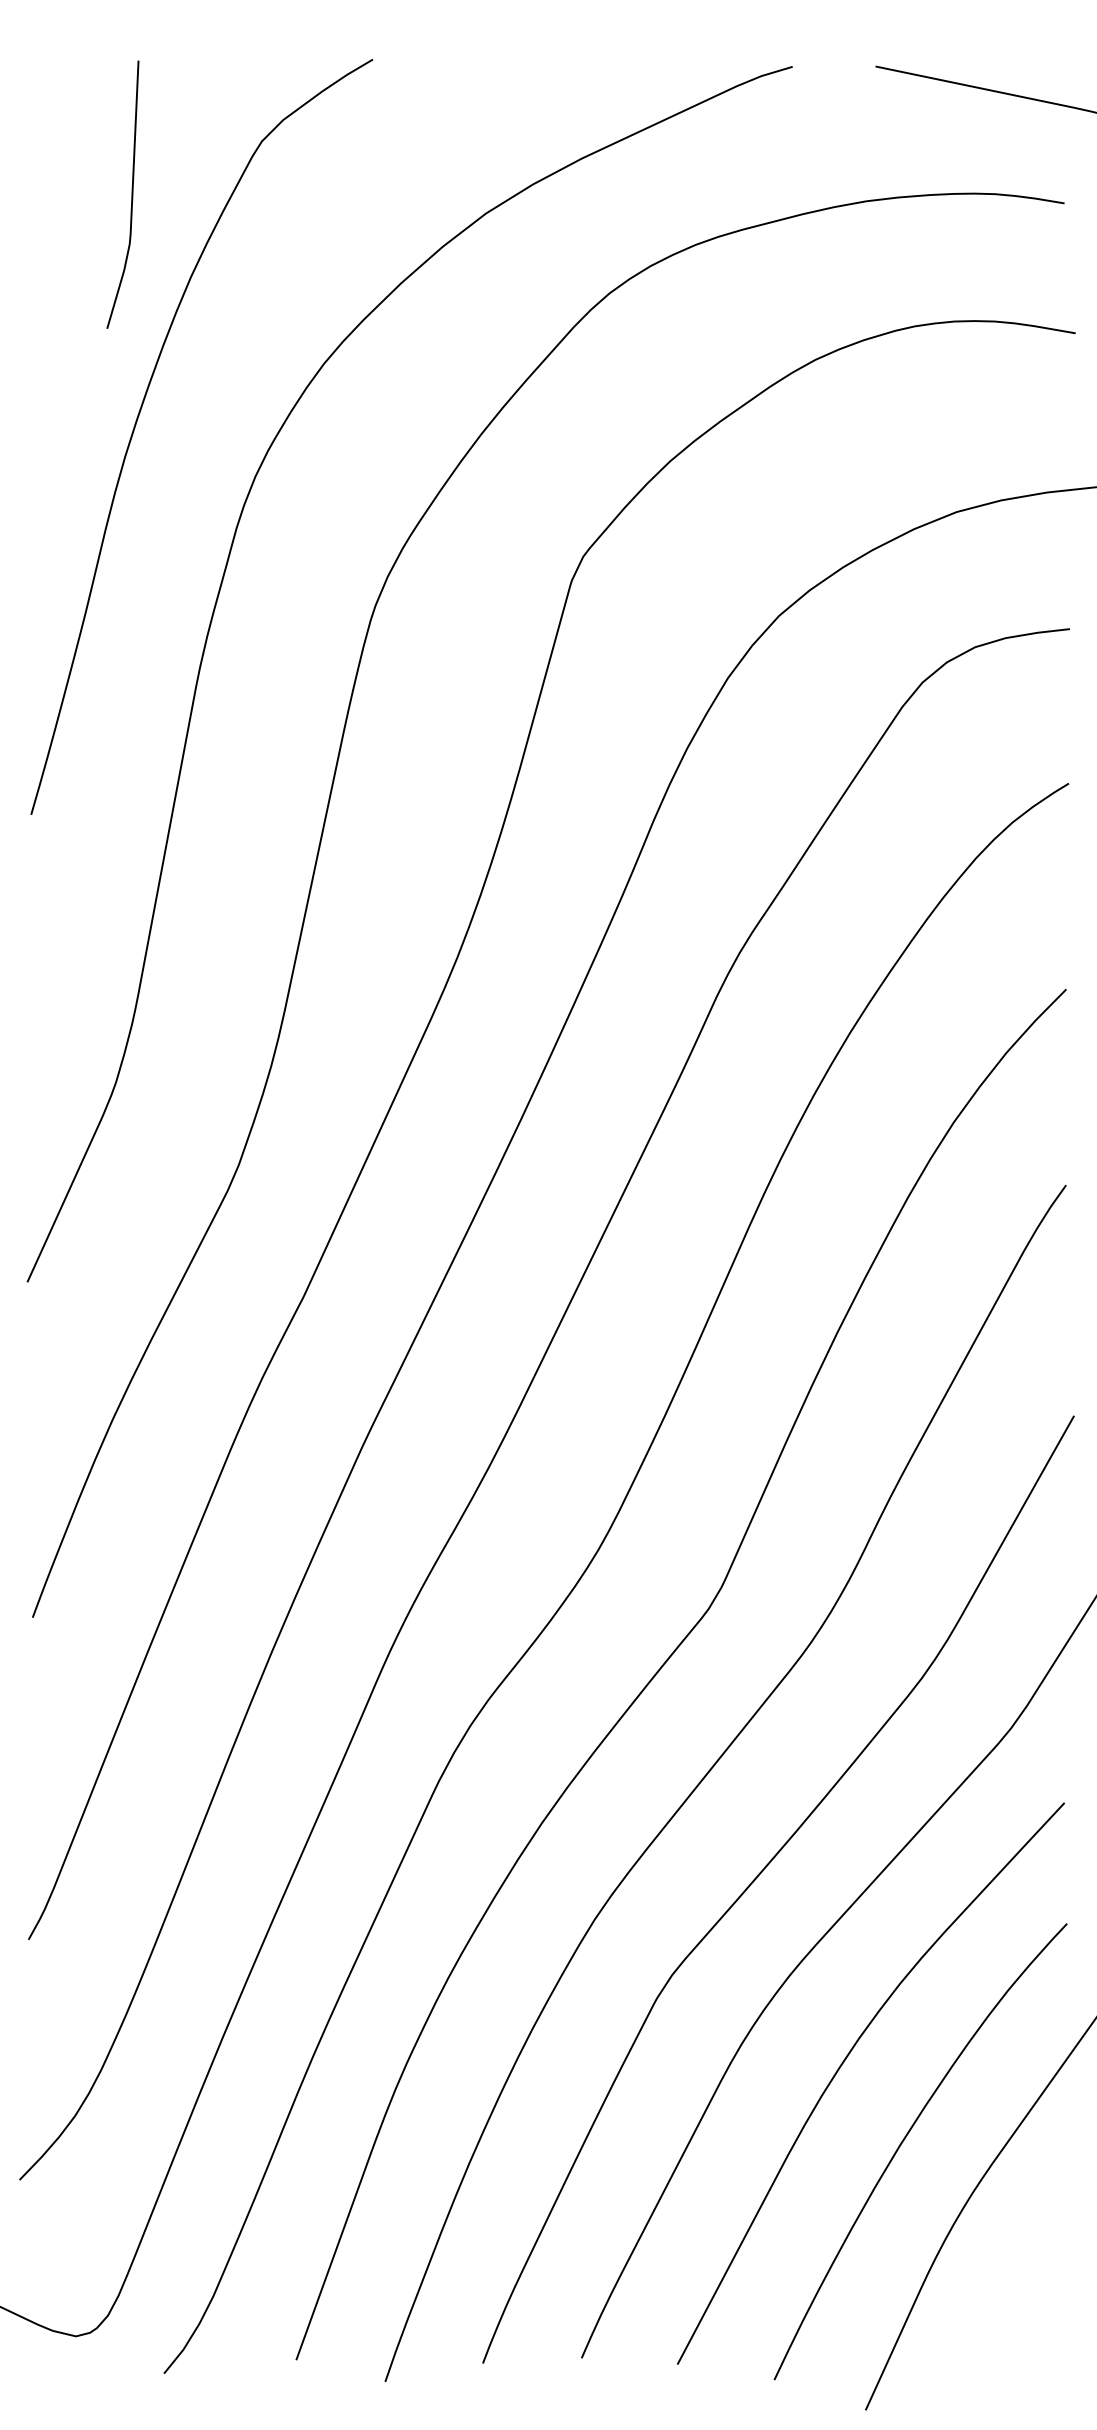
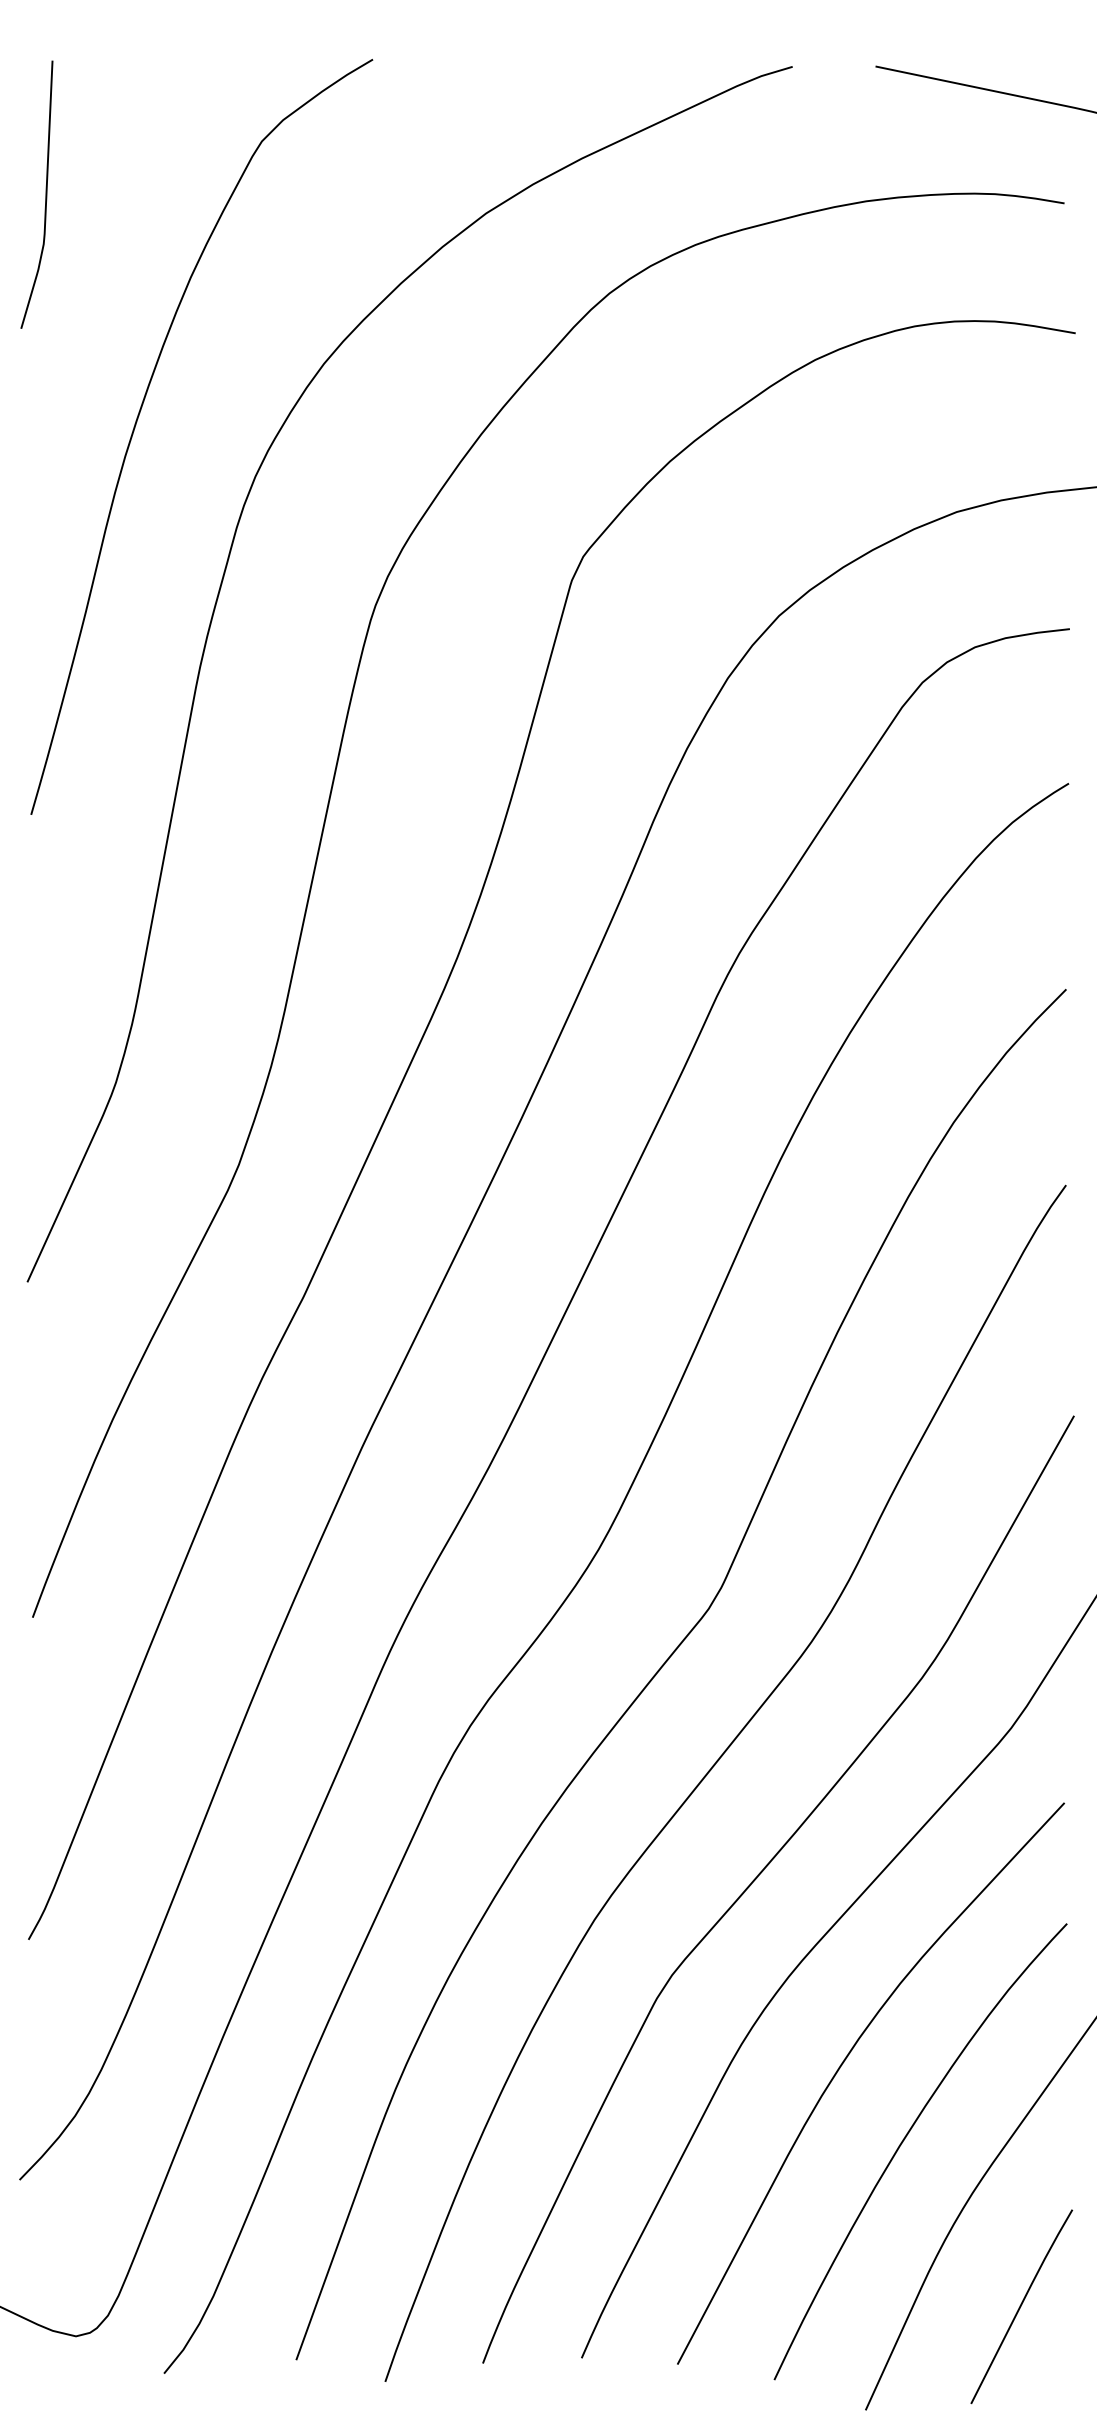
curve at (131, 194) position: (131, 194) -> (45, 194)
line at (1021, 2306): none -> present
